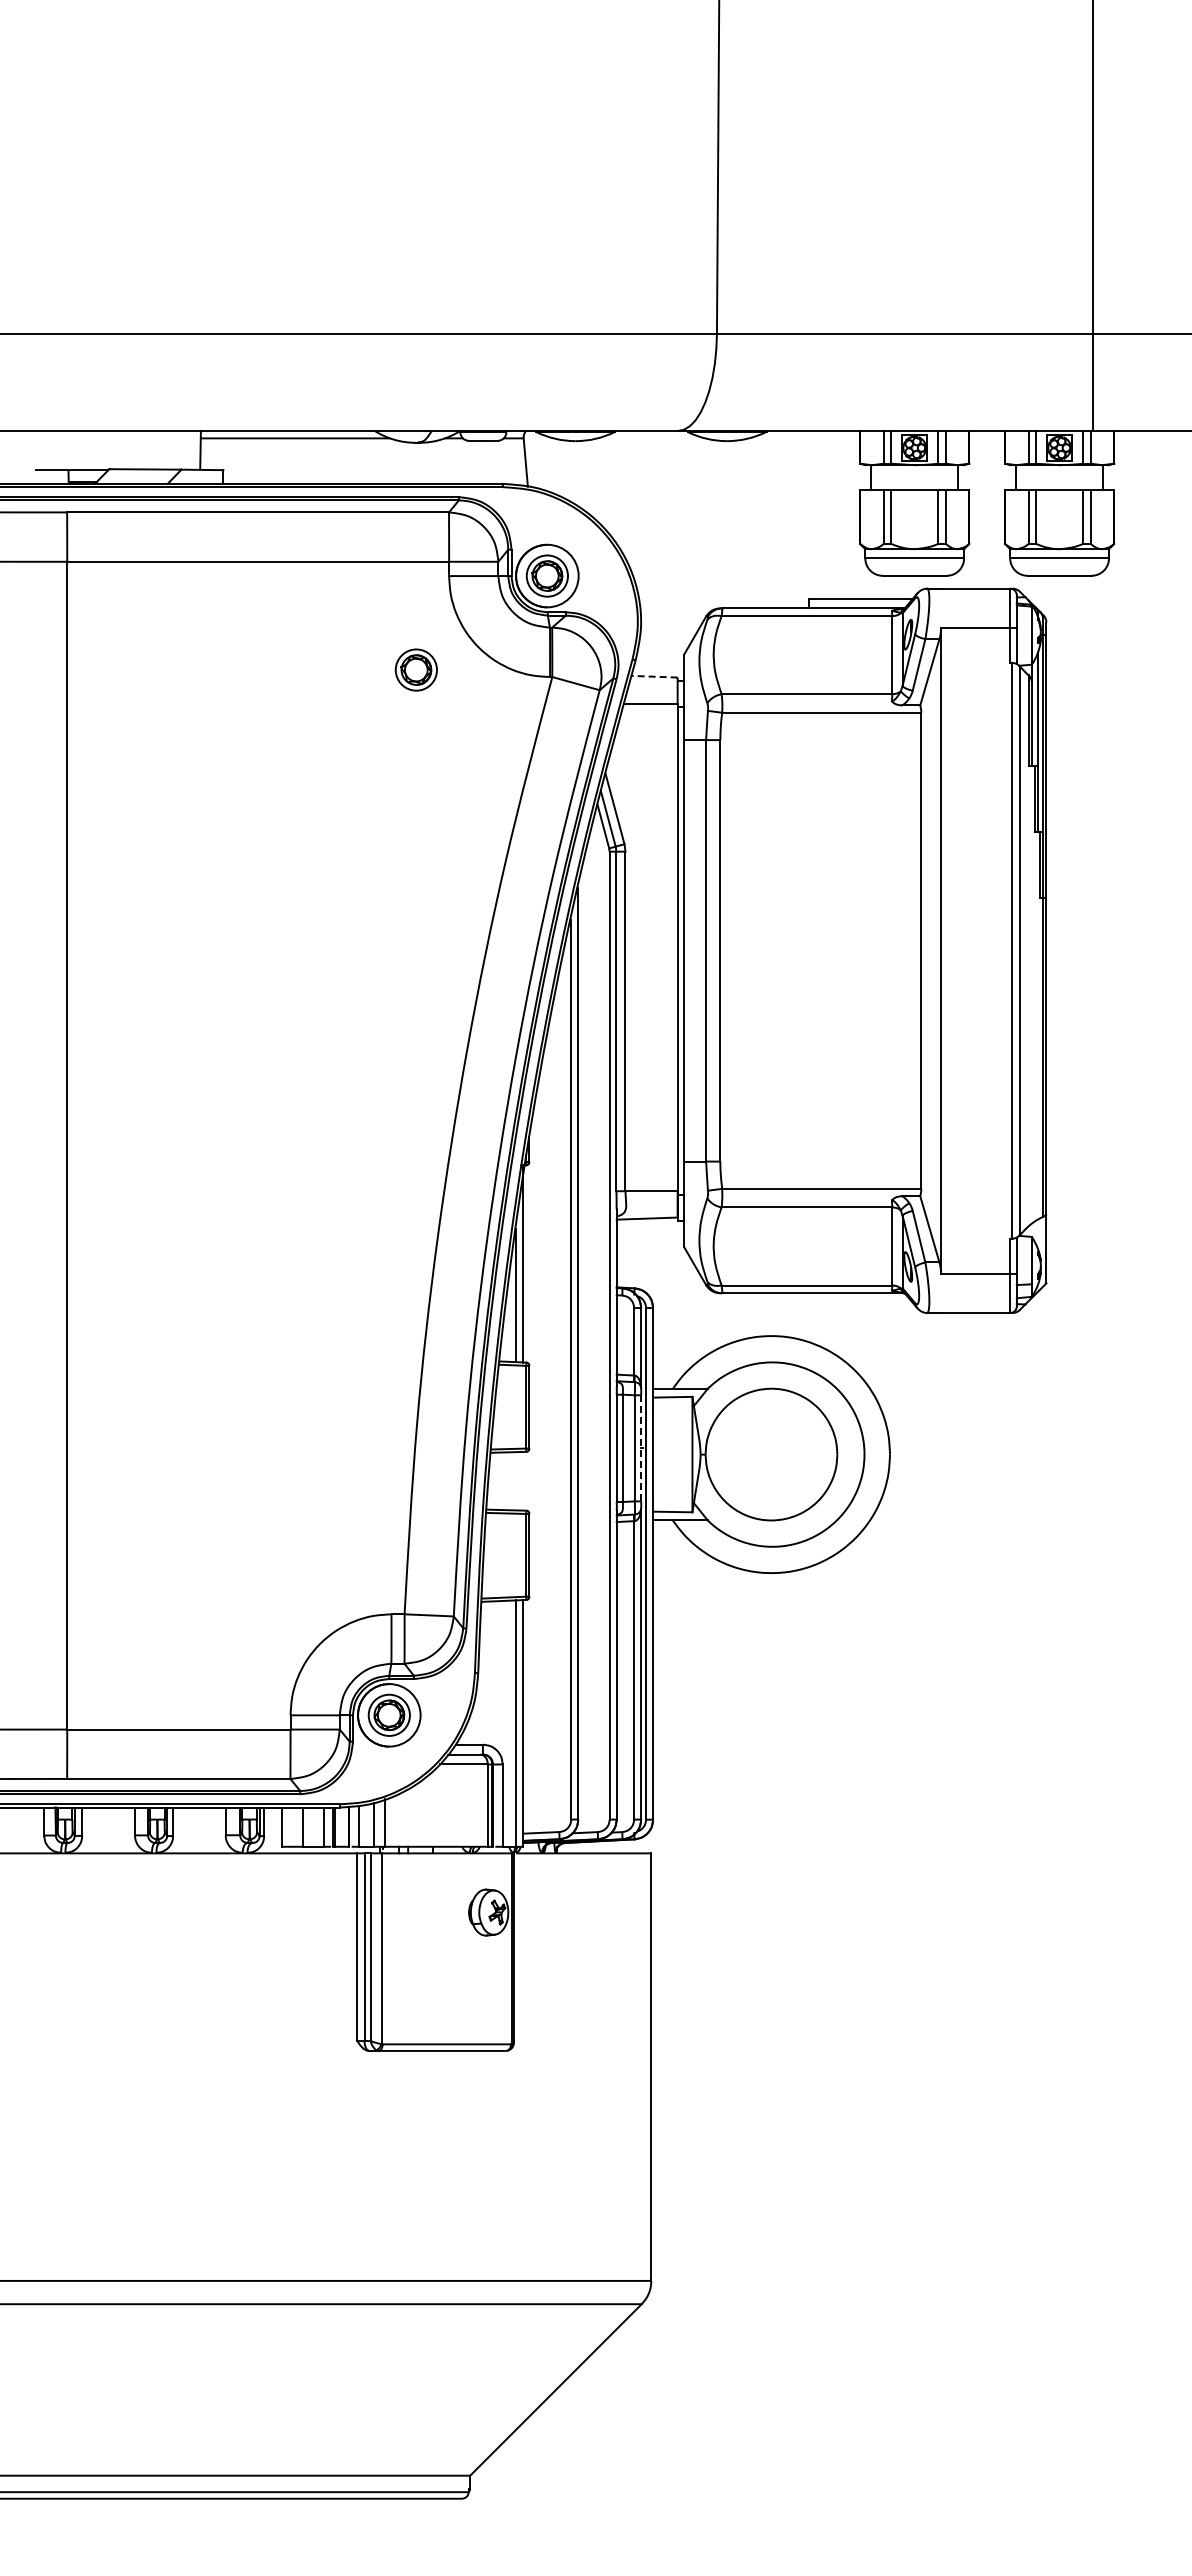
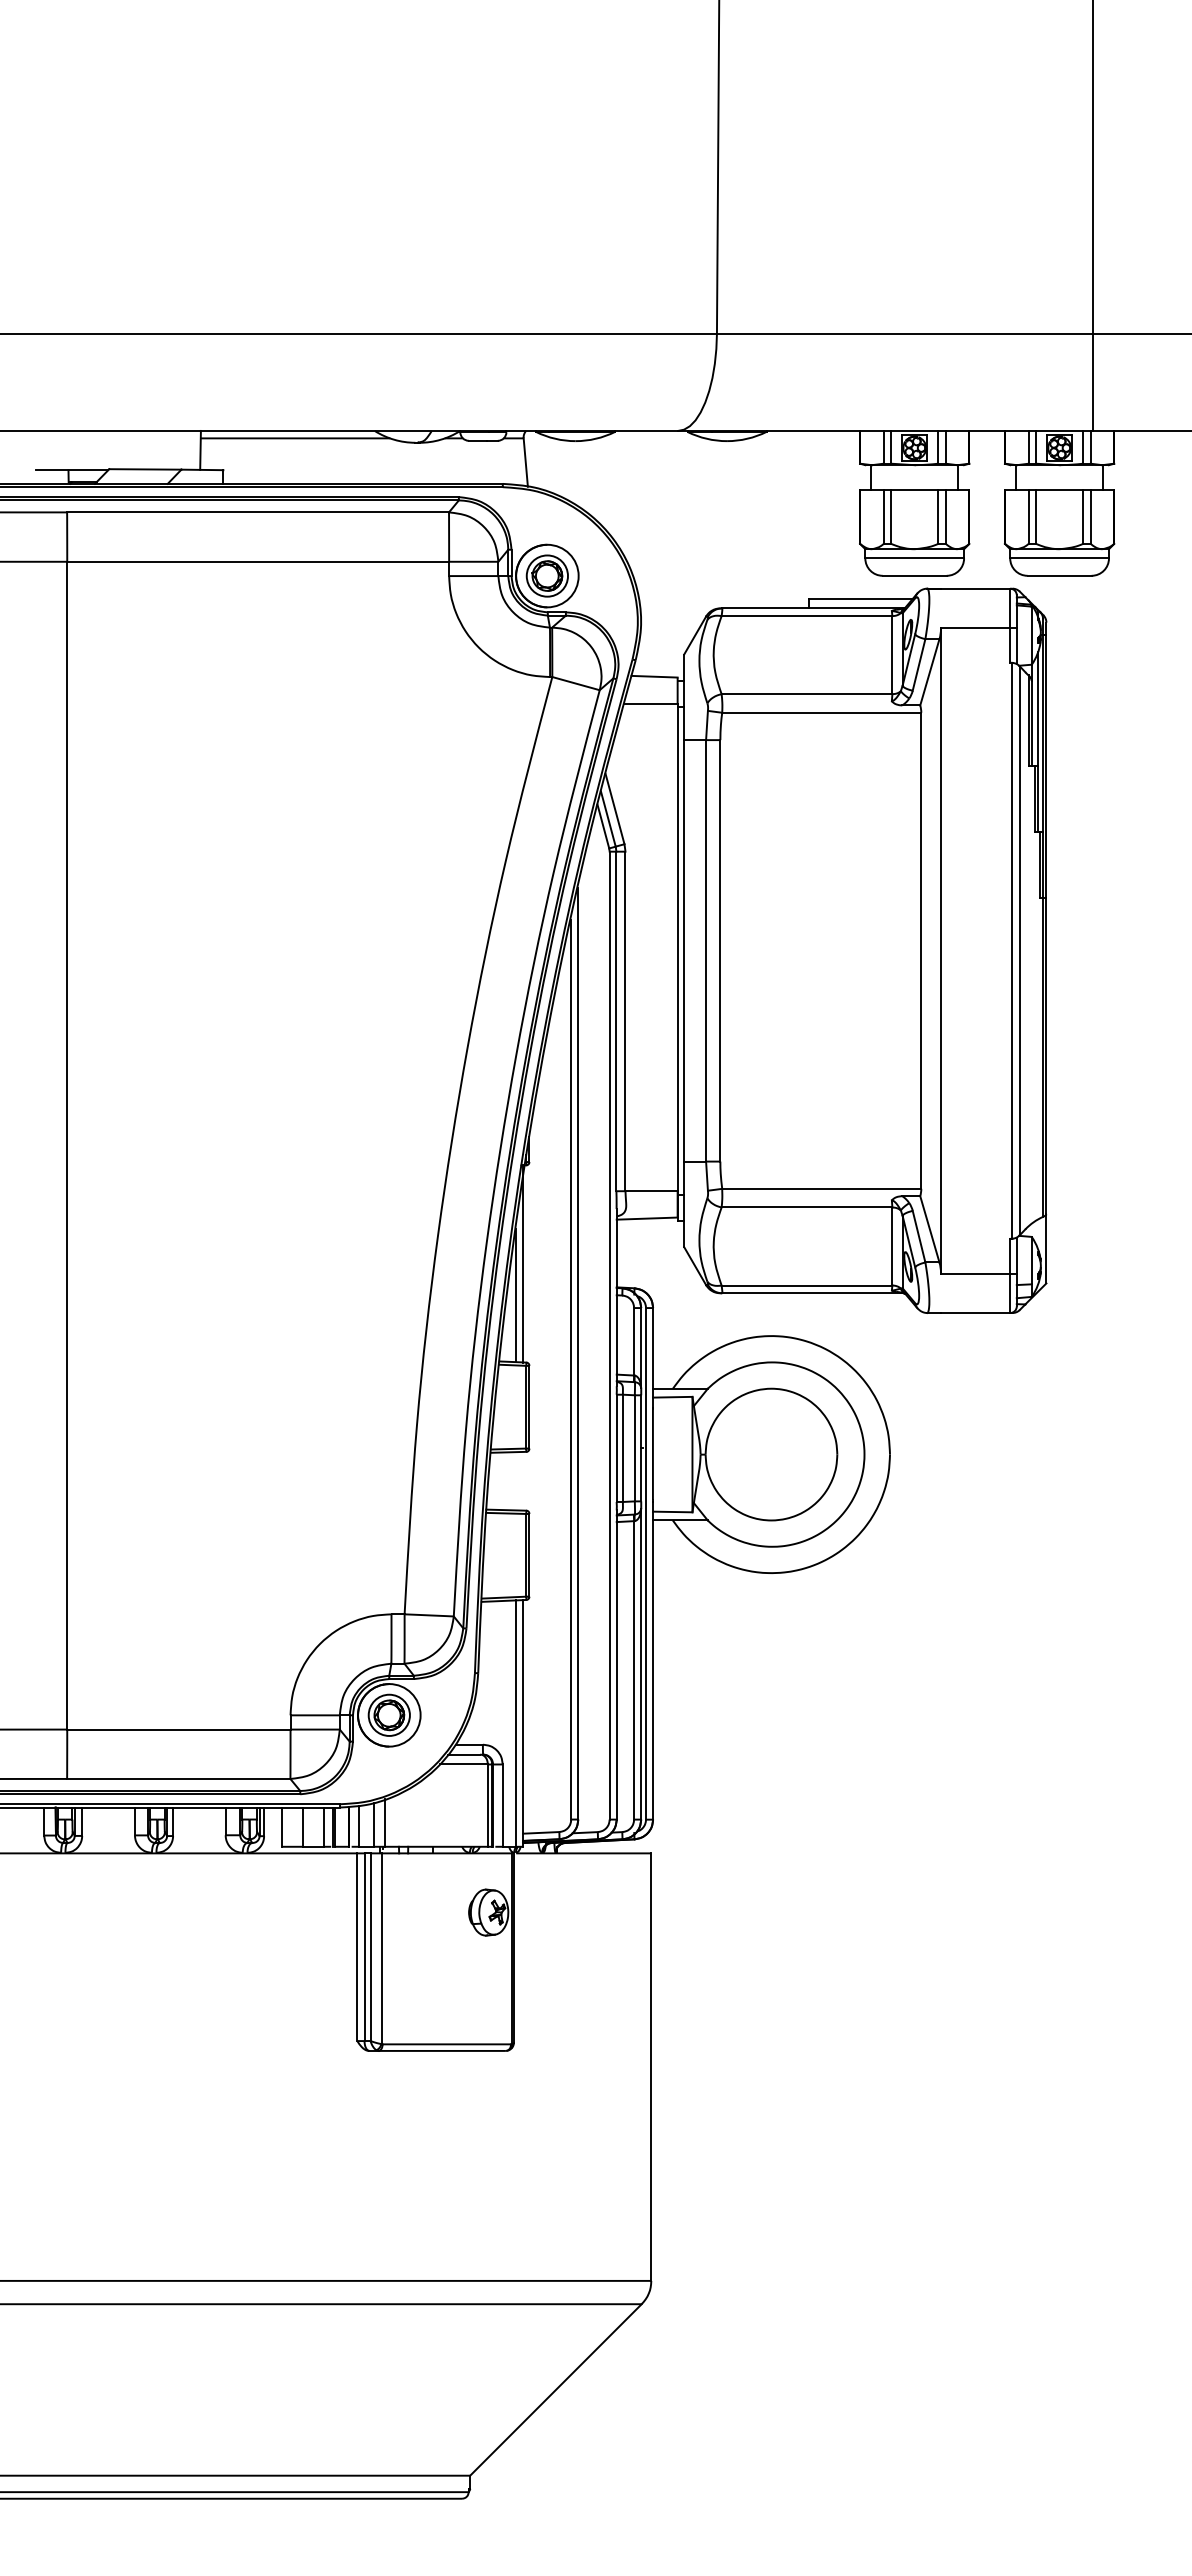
part at (415, 669): present -> none
line at (654, 676): dashed -> solid
line at (641, 1448): dashed -> solid
